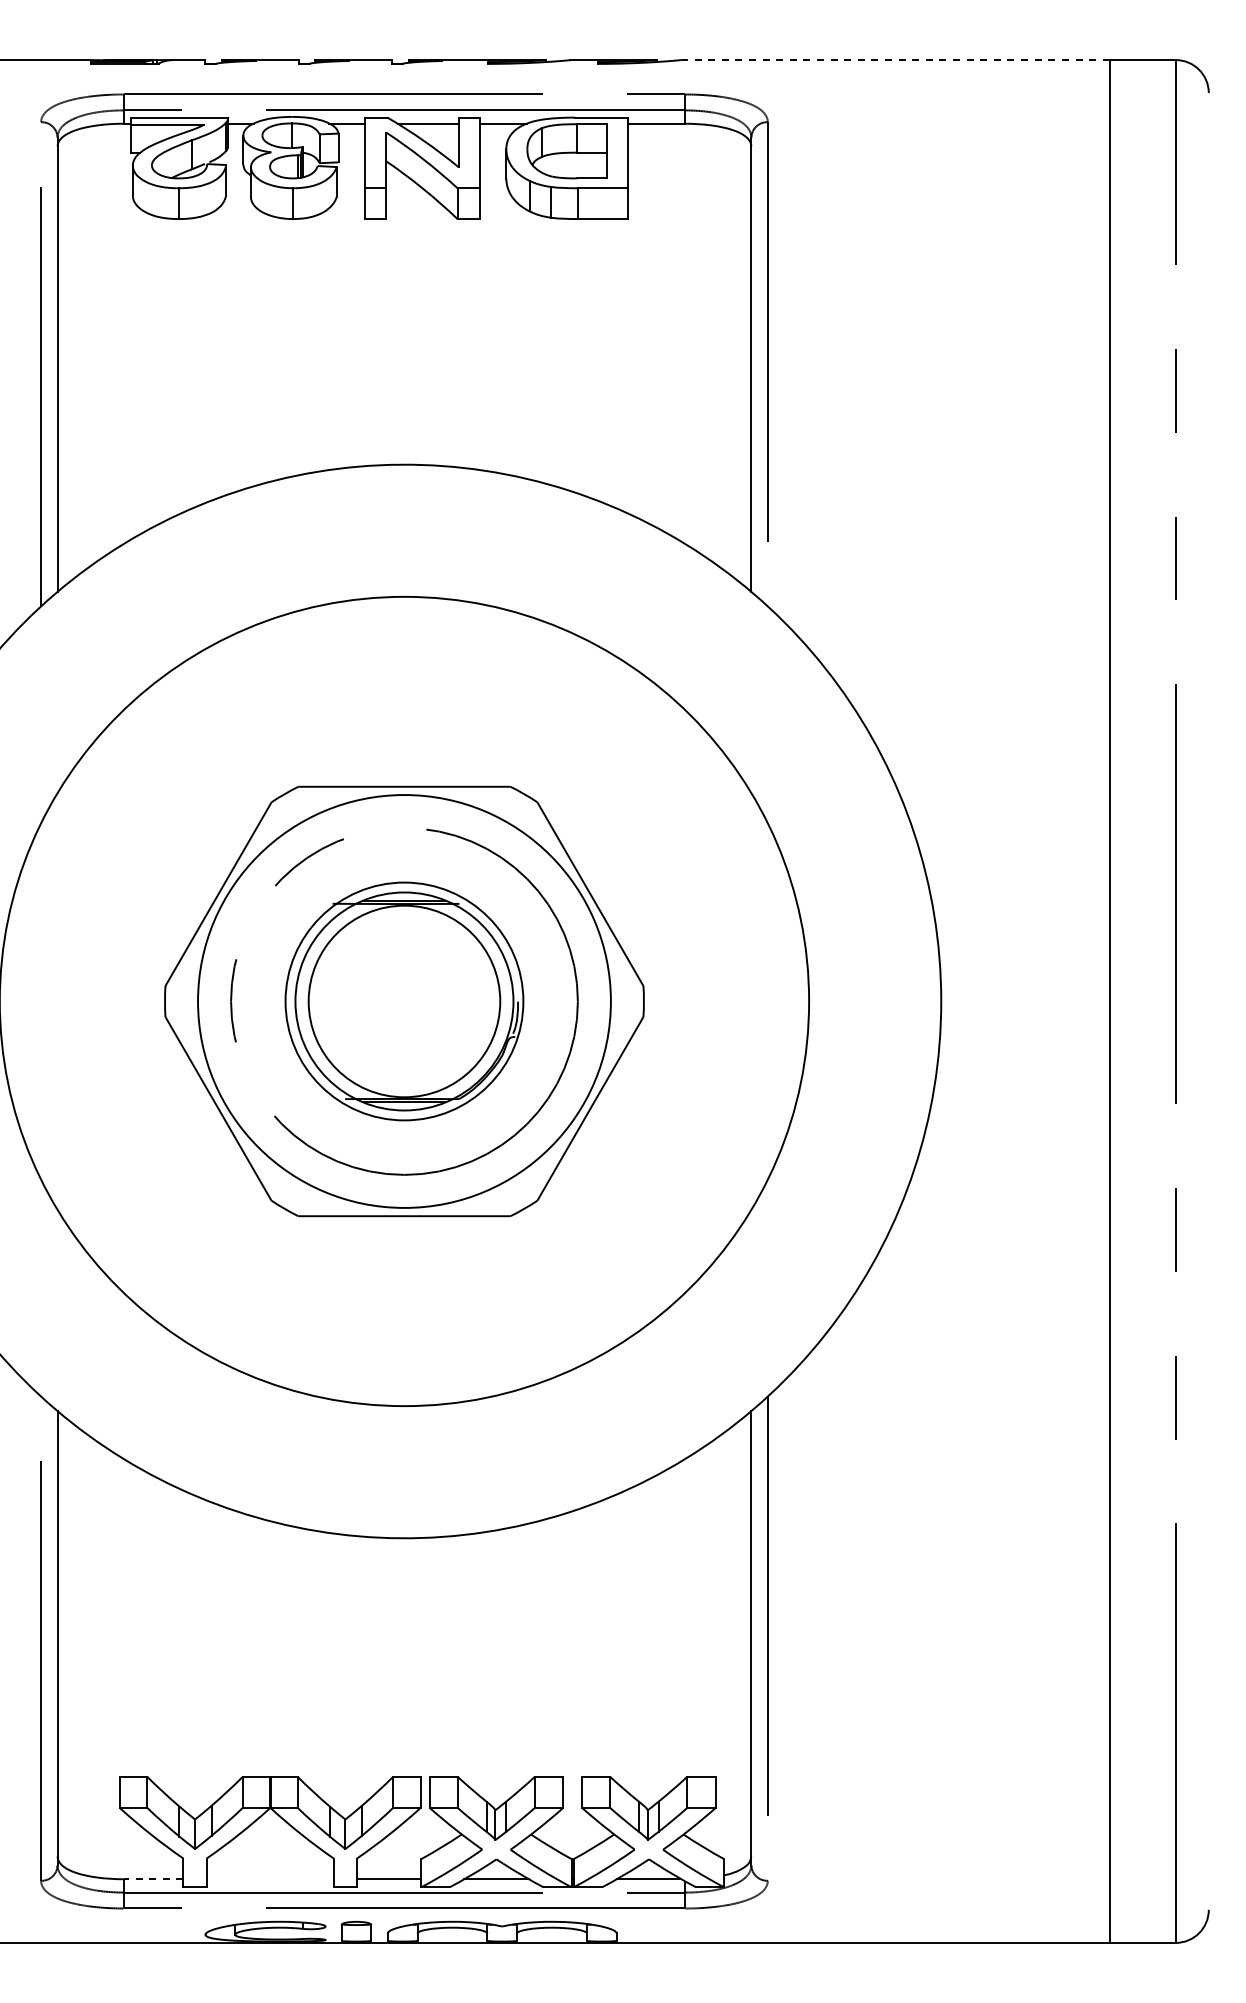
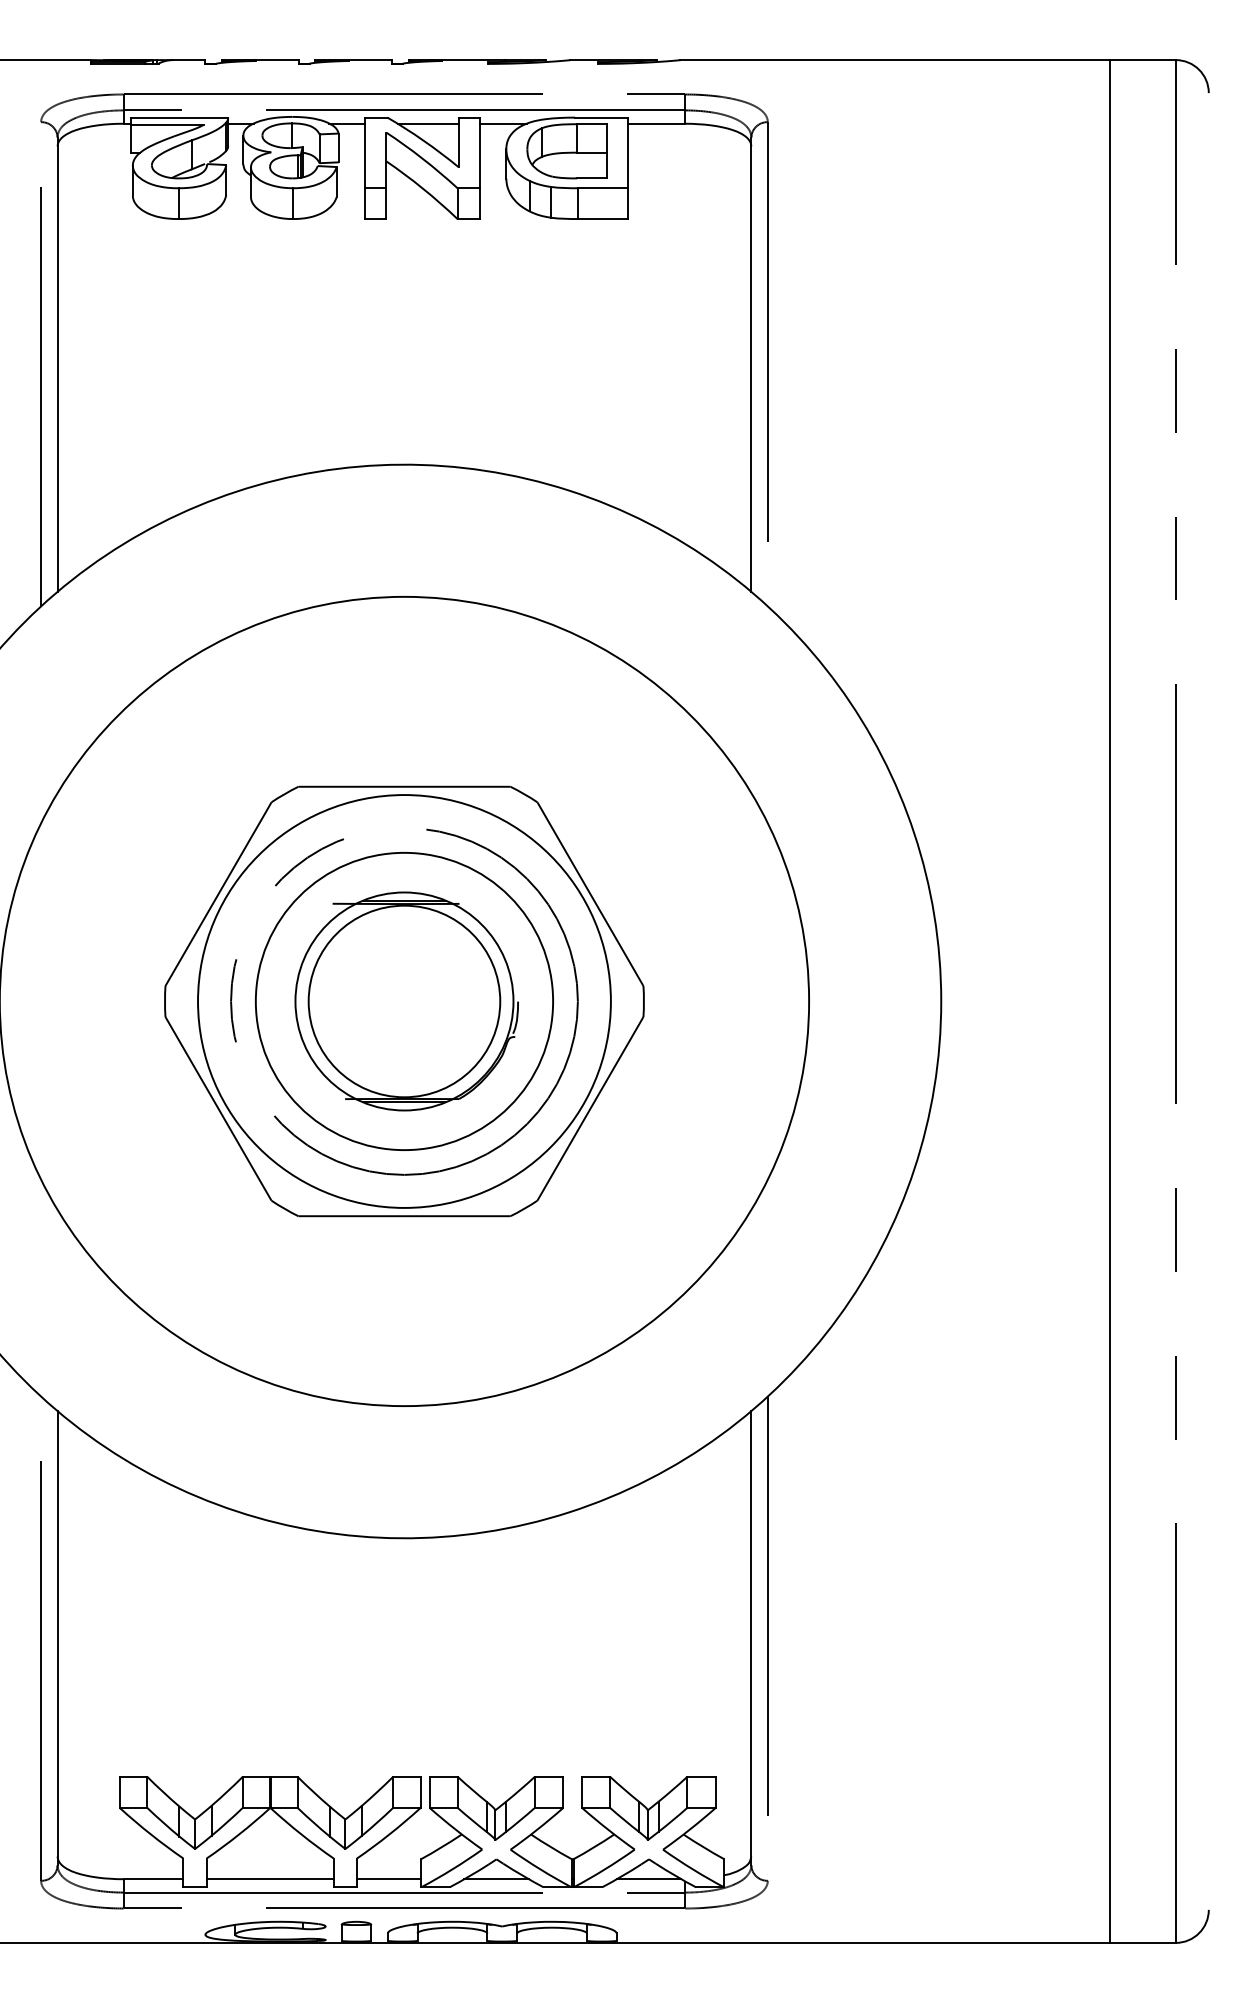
line at (894, 60): dashed -> solid
circle at (404, 1001) diameter: 238 px -> 297 px
line at (153, 1879): dashed -> solid
line at (269, 1879): none -> present
